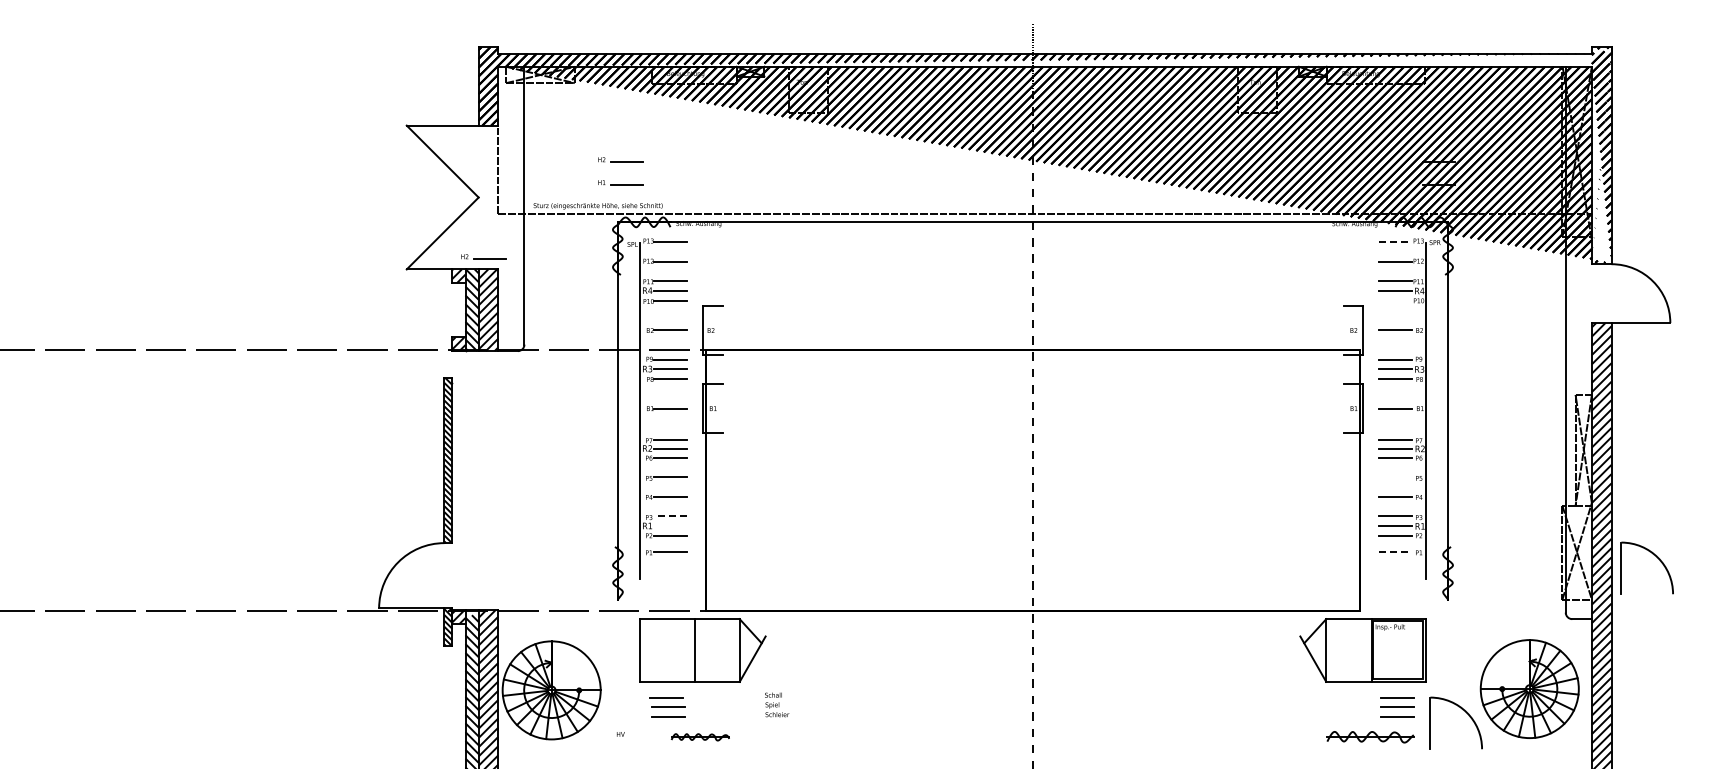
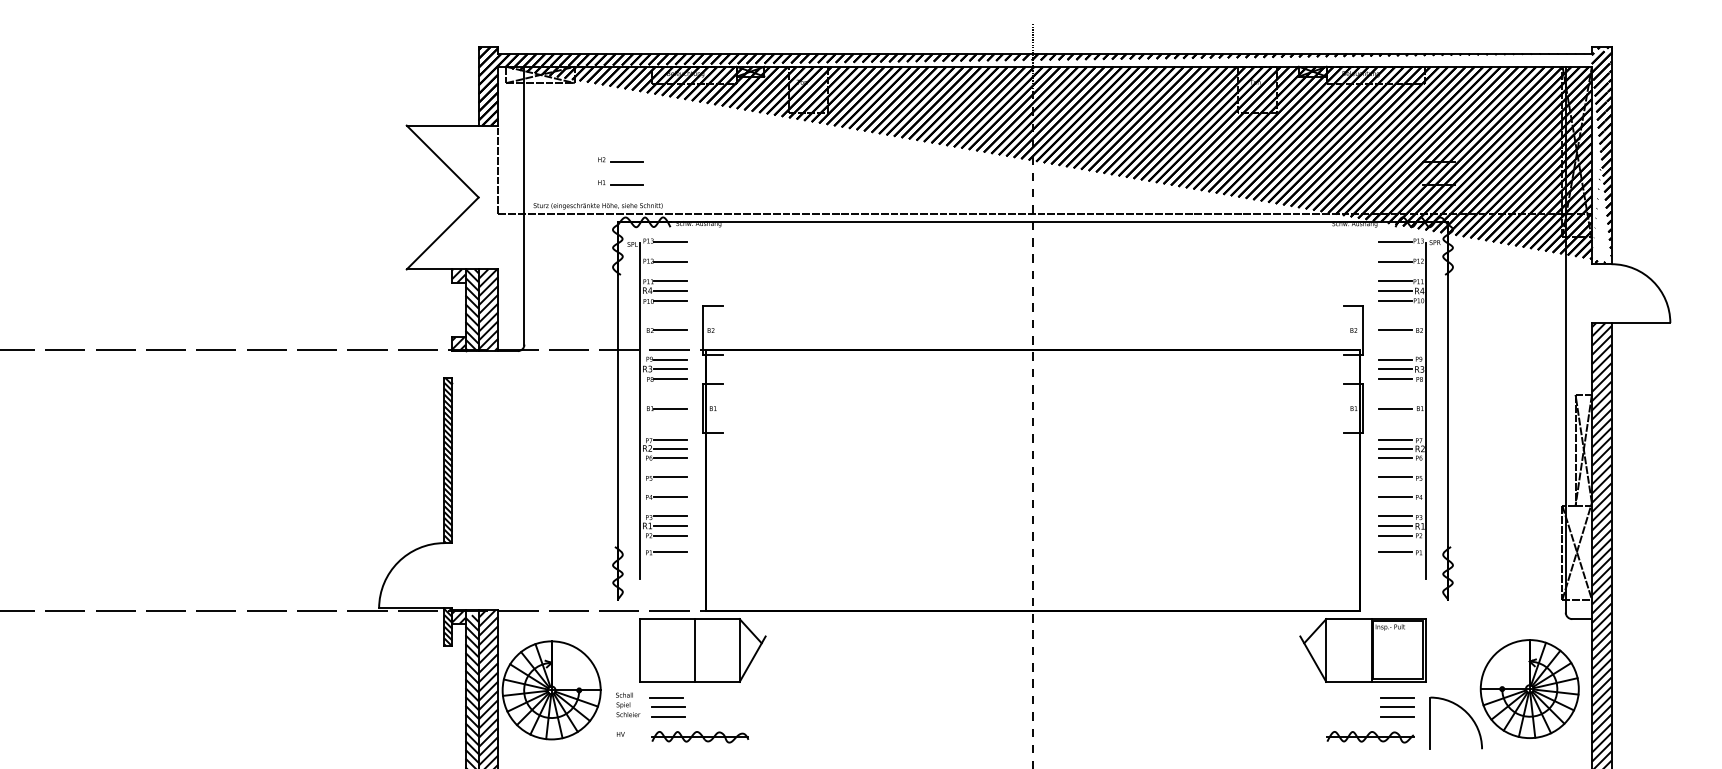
line at (1396, 241): dashed -> solid
part at (483, 256): present -> none
line at (1395, 300): none -> present
line at (1395, 477): none -> present
line at (669, 516): dashed -> solid
line at (669, 526): none -> present
line at (1396, 552): dashed -> solid
part at (1653, 555): present -> none
text at (777, 704) position: (777, 704) -> (628, 704)
part at (699, 737) size: 60x9 px -> 99x13 px
